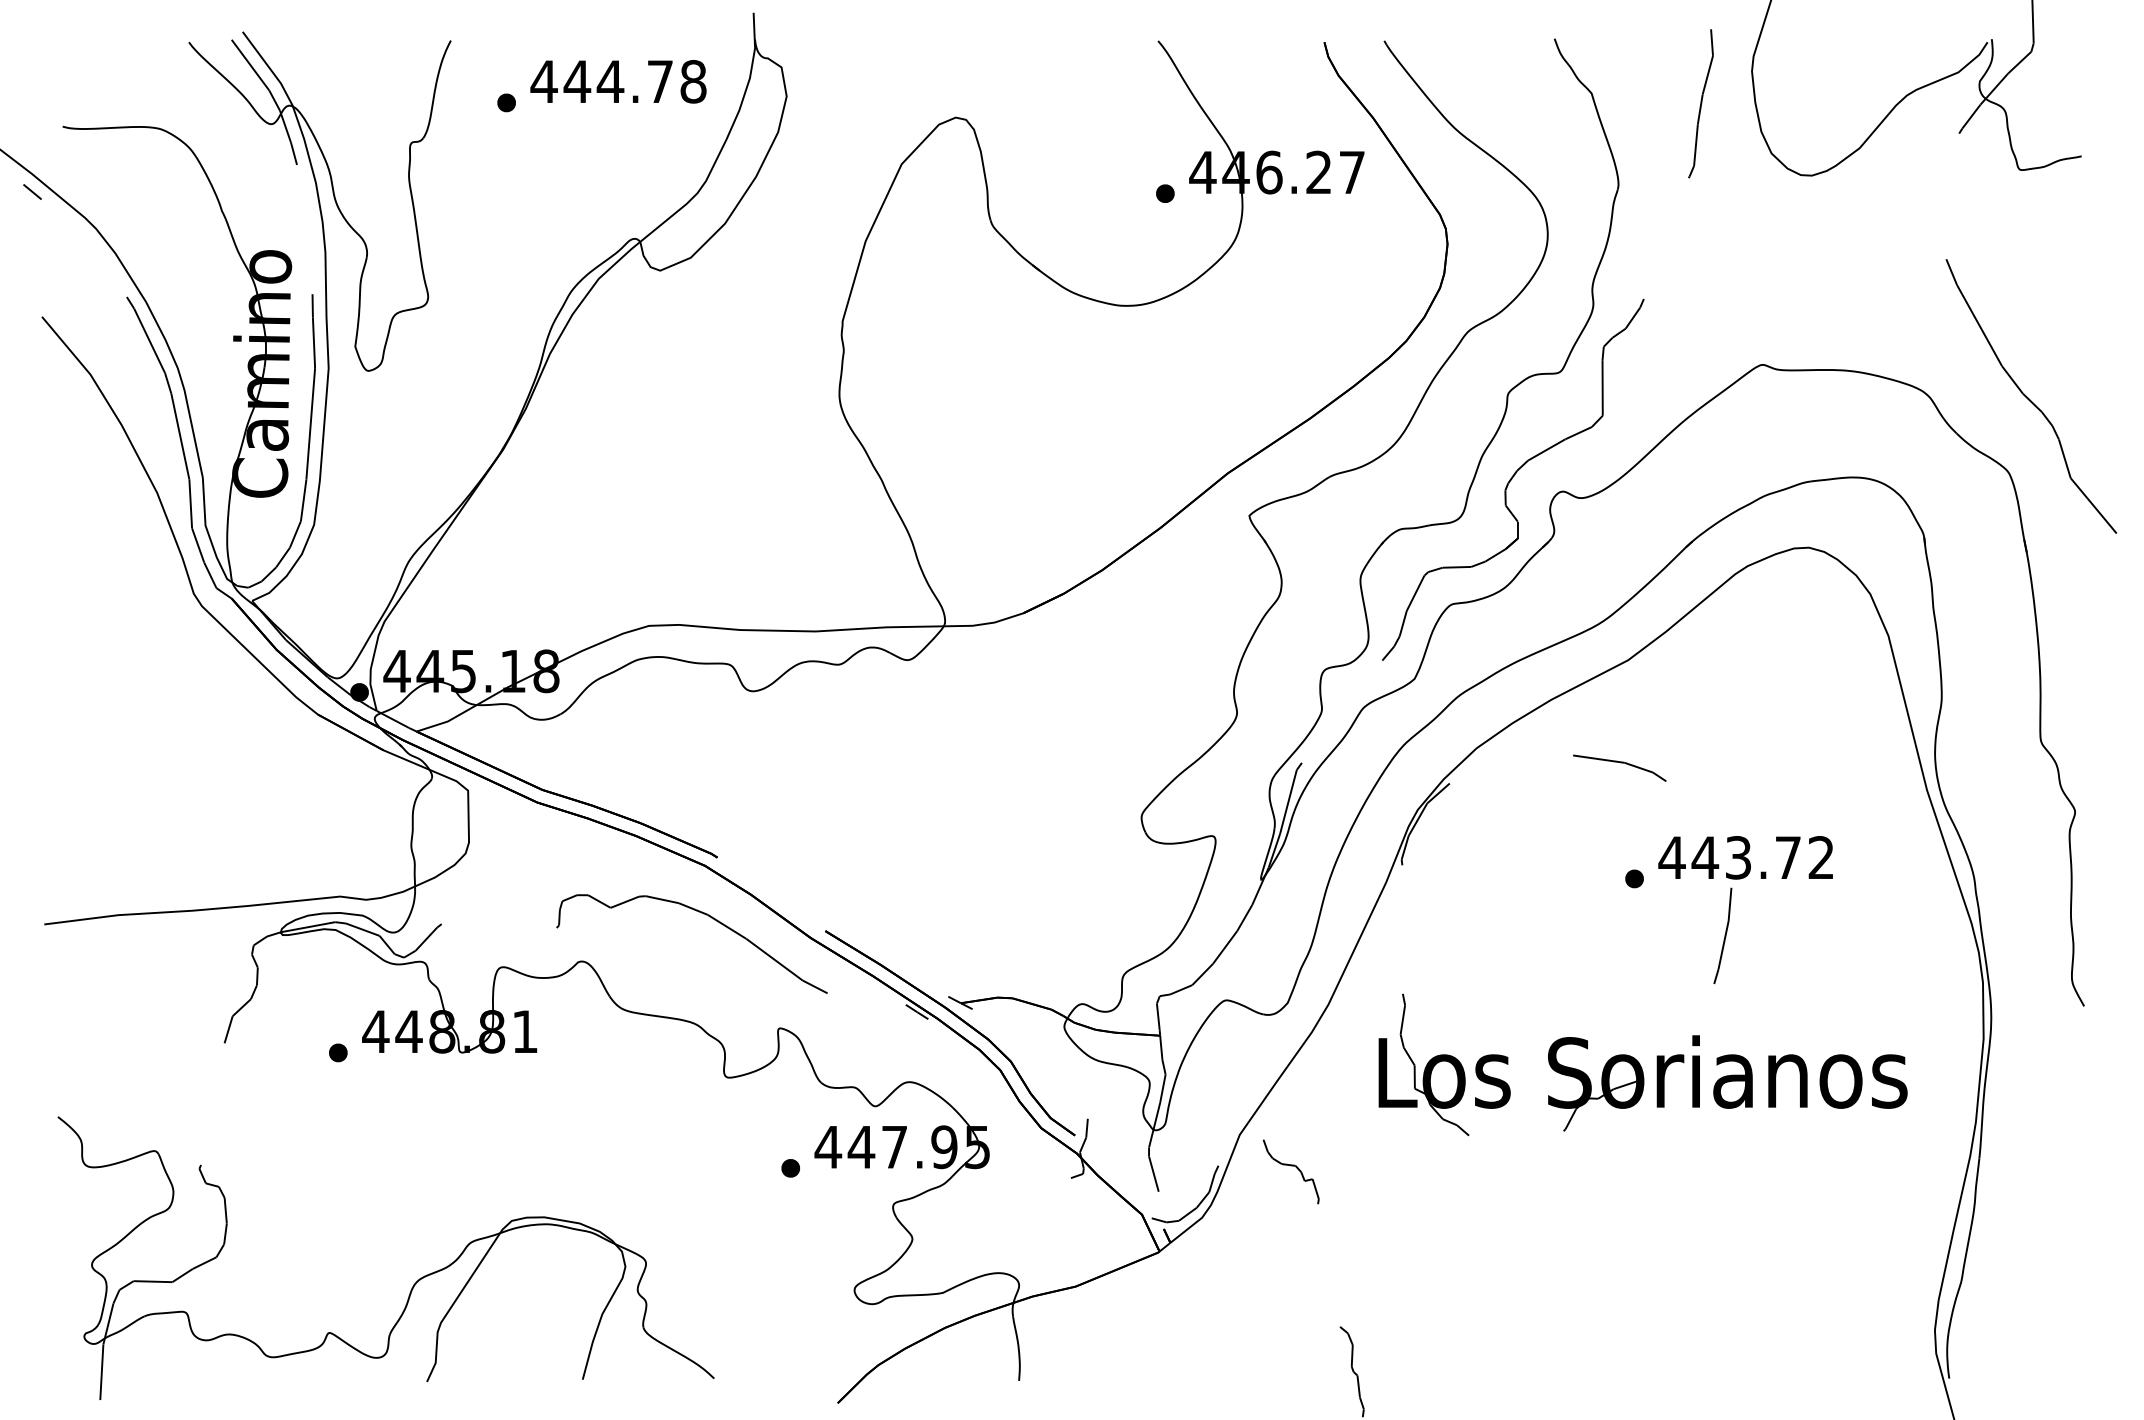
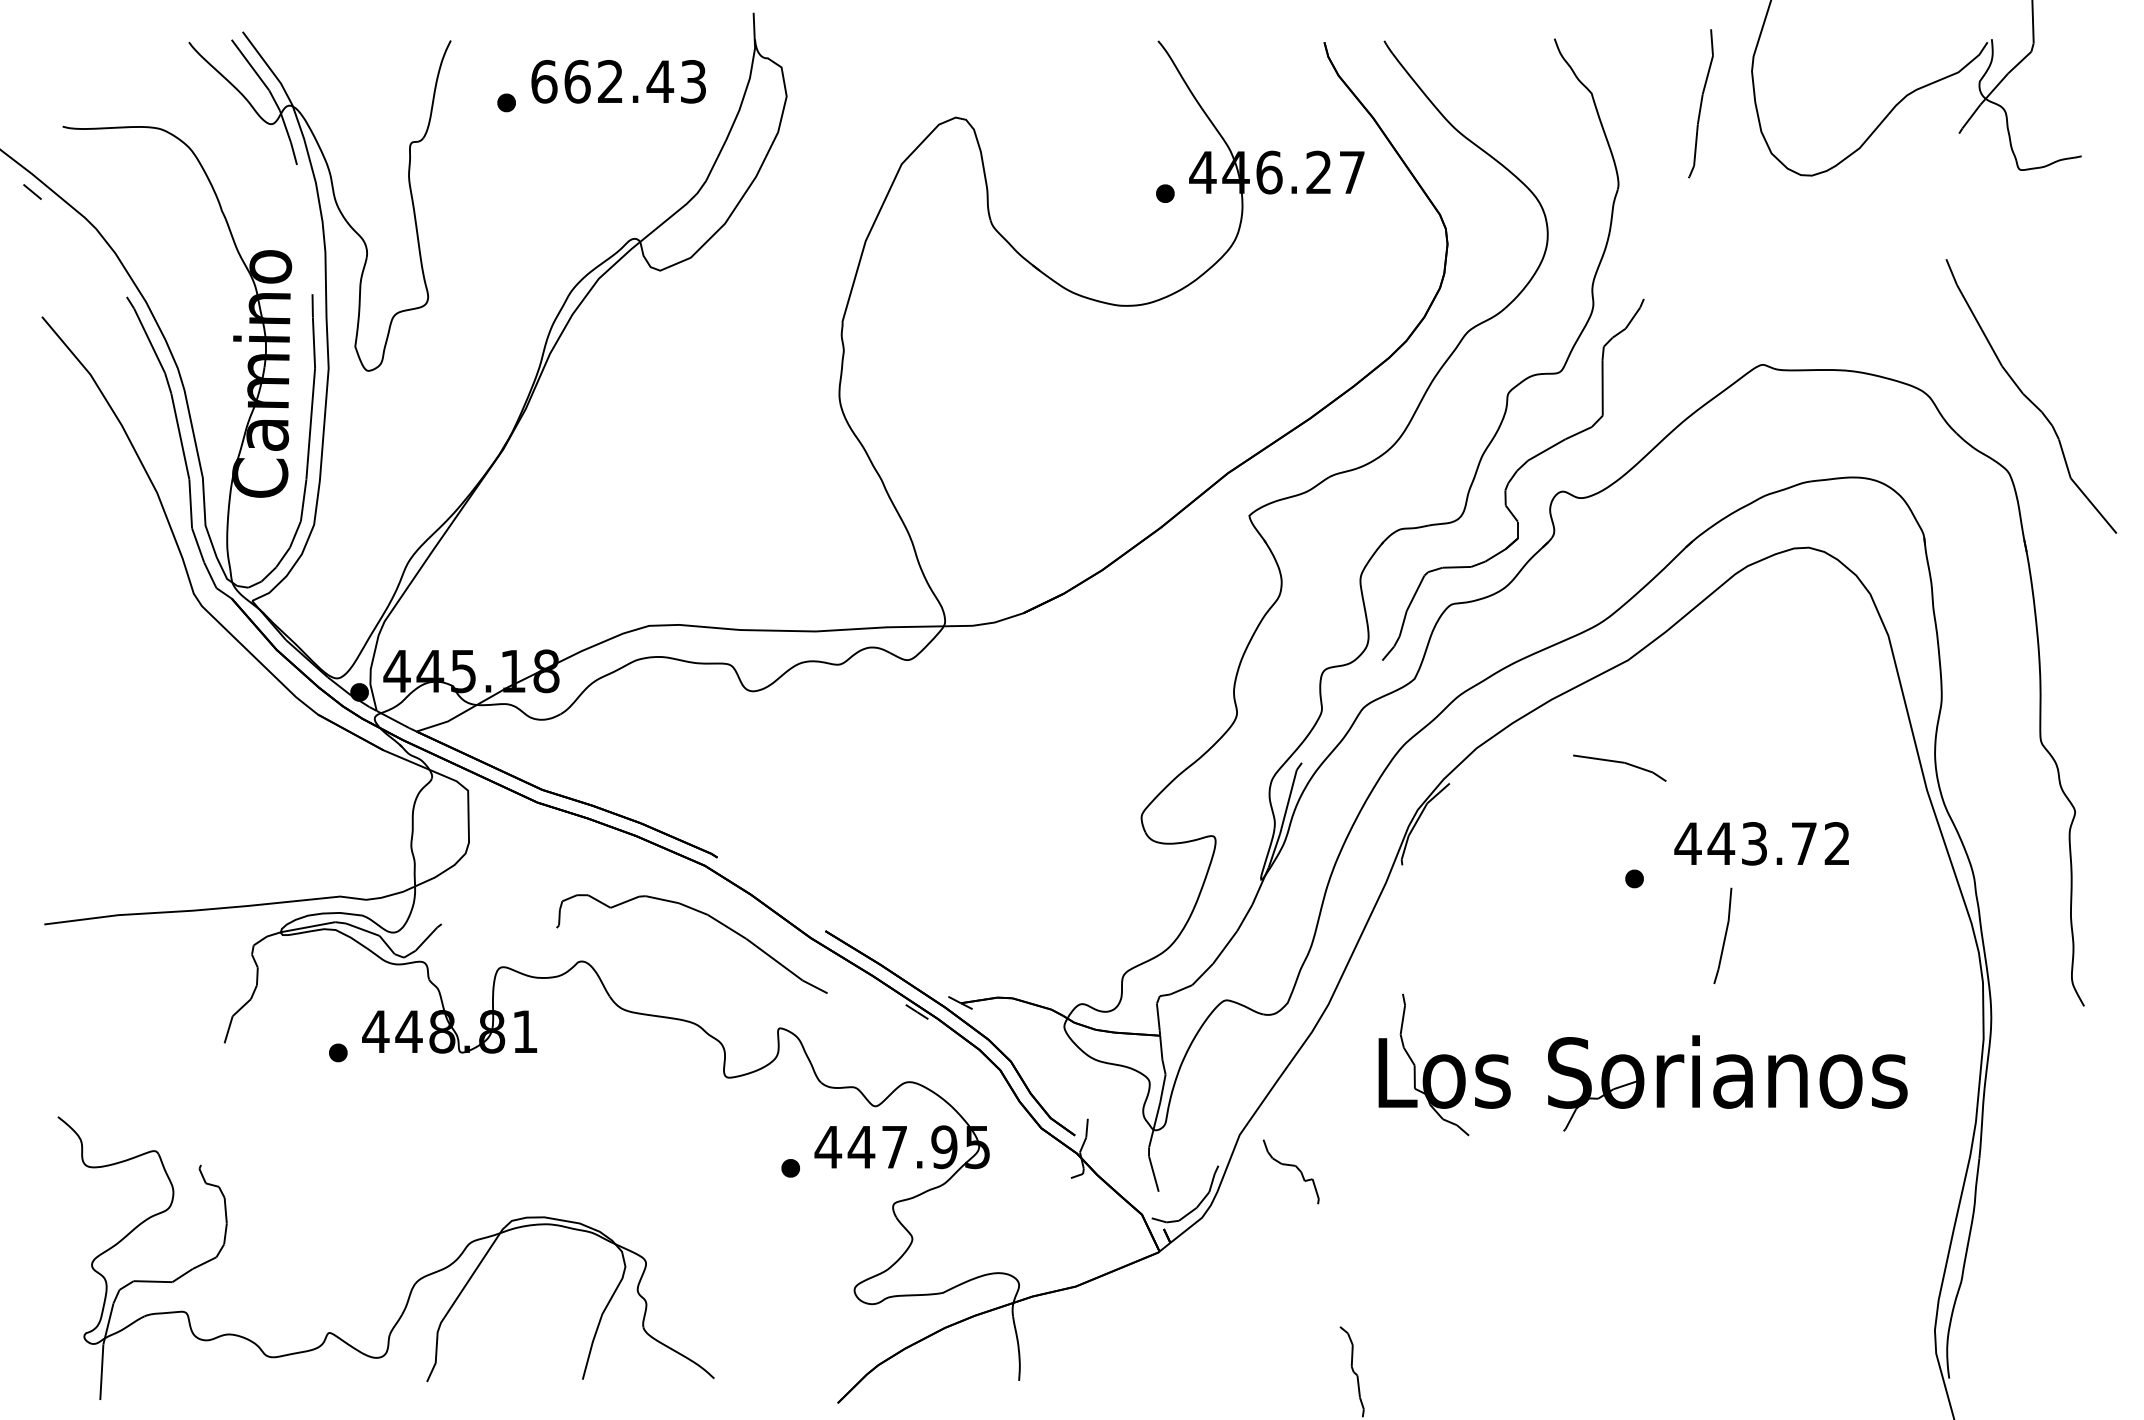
text at (618, 81): 444.78 -> 662.43
text at (1745, 857) position: (1745, 857) -> (1761, 843)
